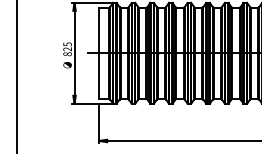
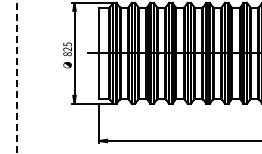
line at (16, 76): solid -> dashed
